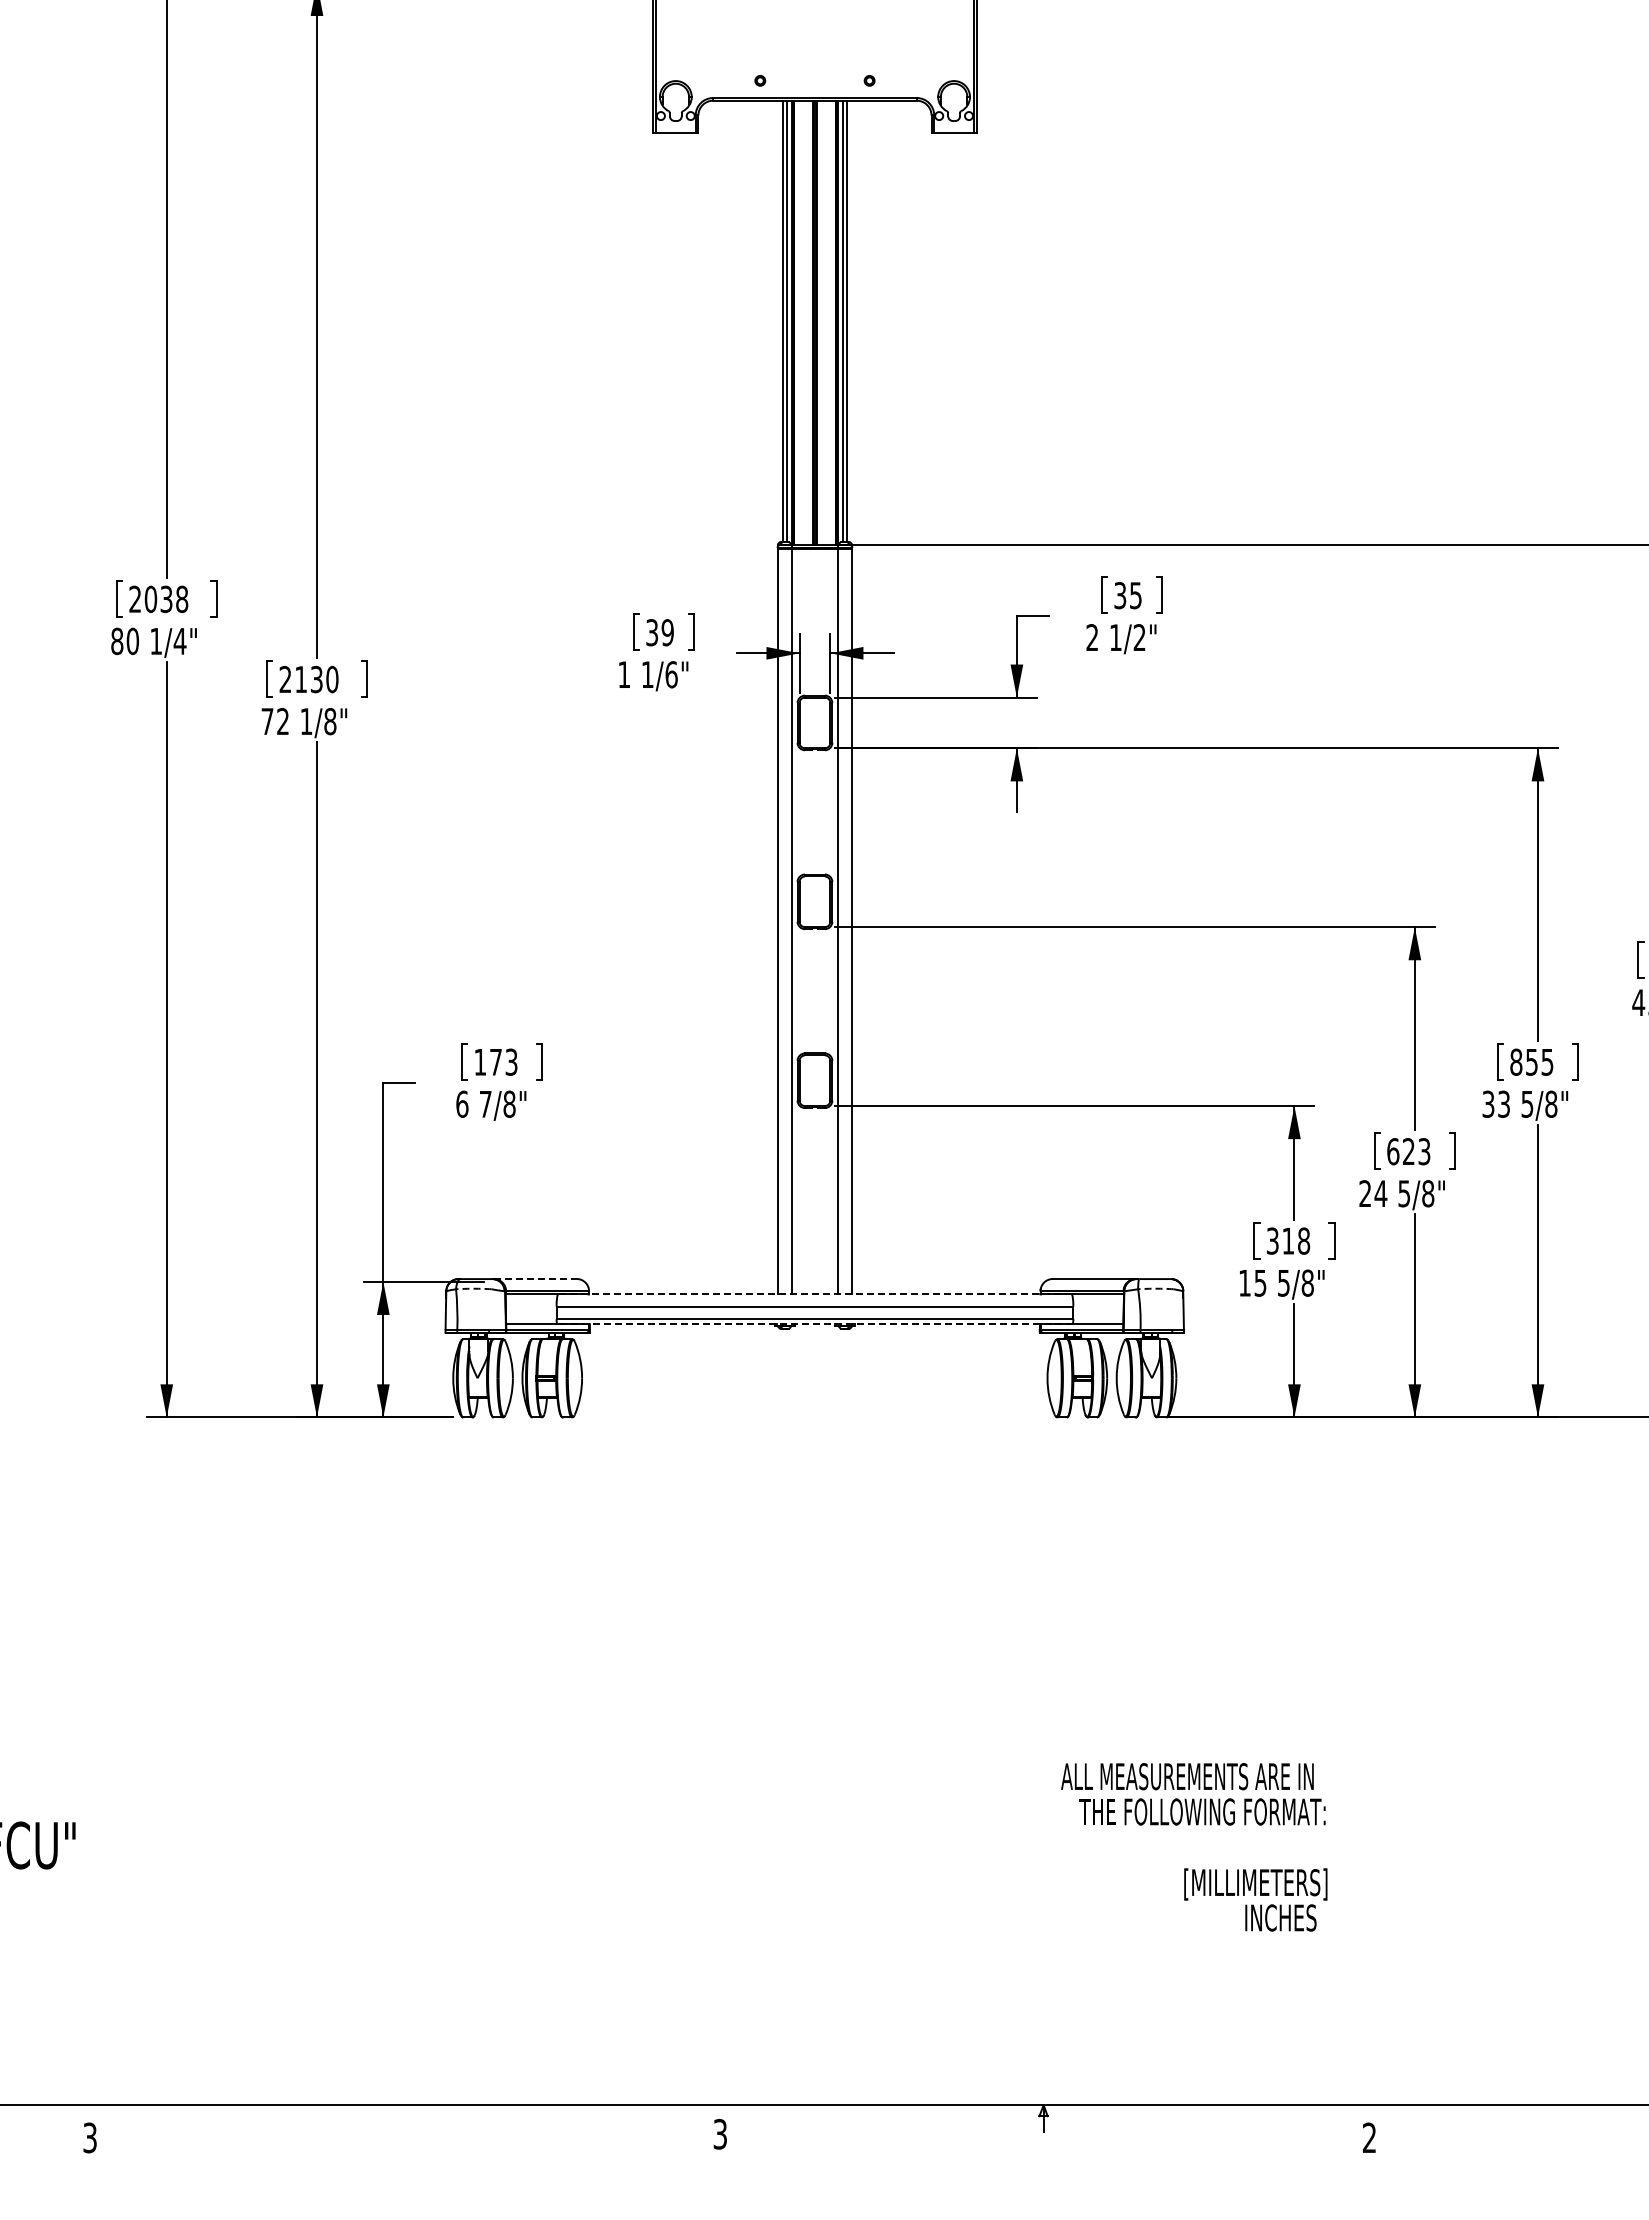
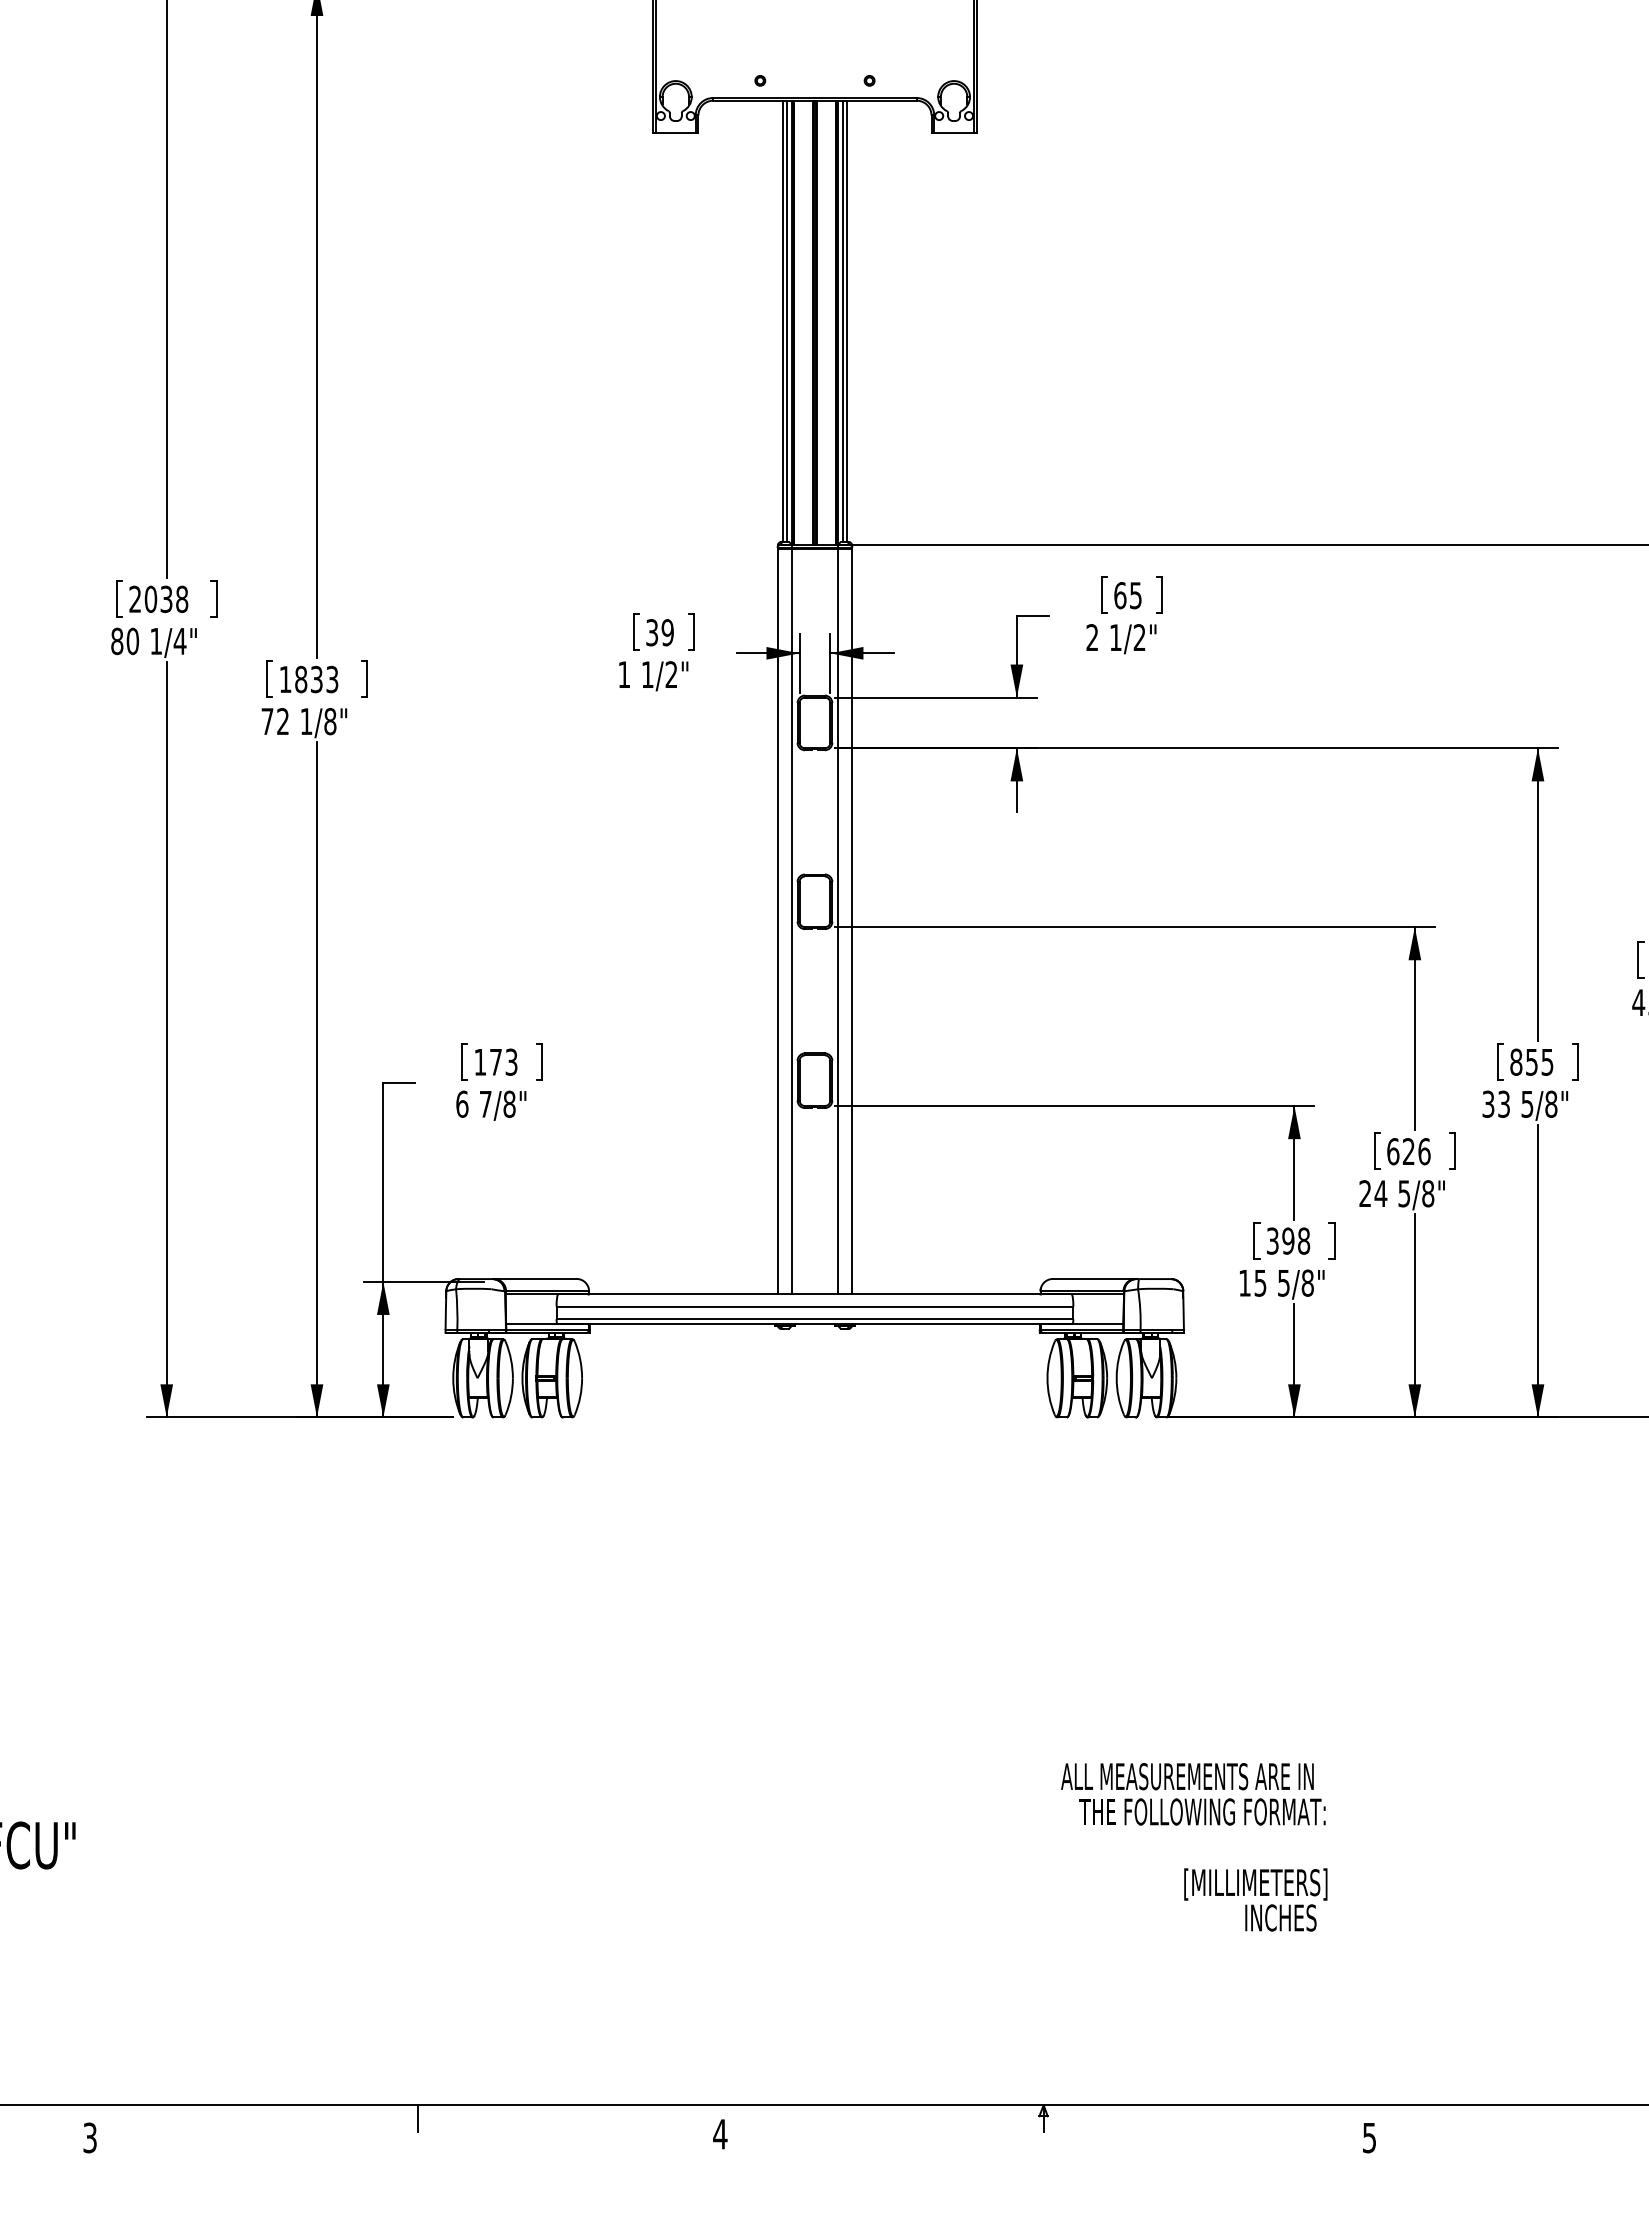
text at (1120, 595): 35 -> 65
text at (671, 674): 1/6" -> 1/2"
text at (308, 679): 2130 -> 1833
text at (1424, 1151): 623 -> 626
text at (1288, 1240): 318 -> 398
line at (535, 1278): dashed -> solid
arc at (473, 1288): dashed -> solid
arc at (1155, 1288): dashed -> solid
line at (814, 1294): dashed -> solid
line at (814, 1324): dashed -> solid
line at (417, 2118): none -> present
text at (720, 2133): 3 -> 4
text at (1369, 2137): 2 -> 5
